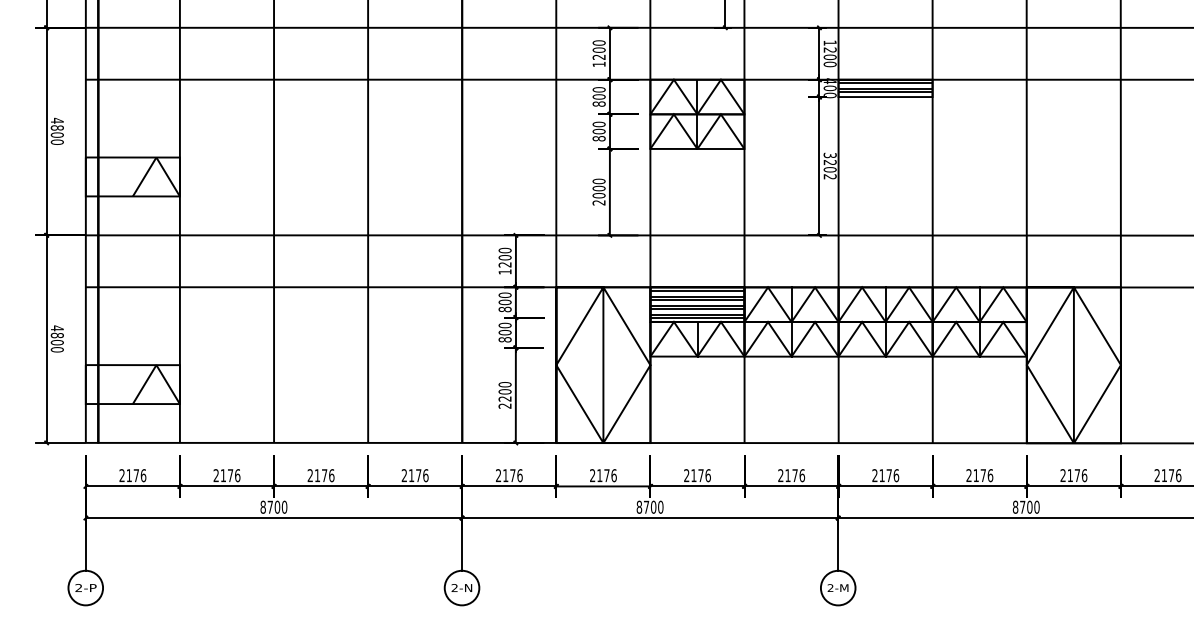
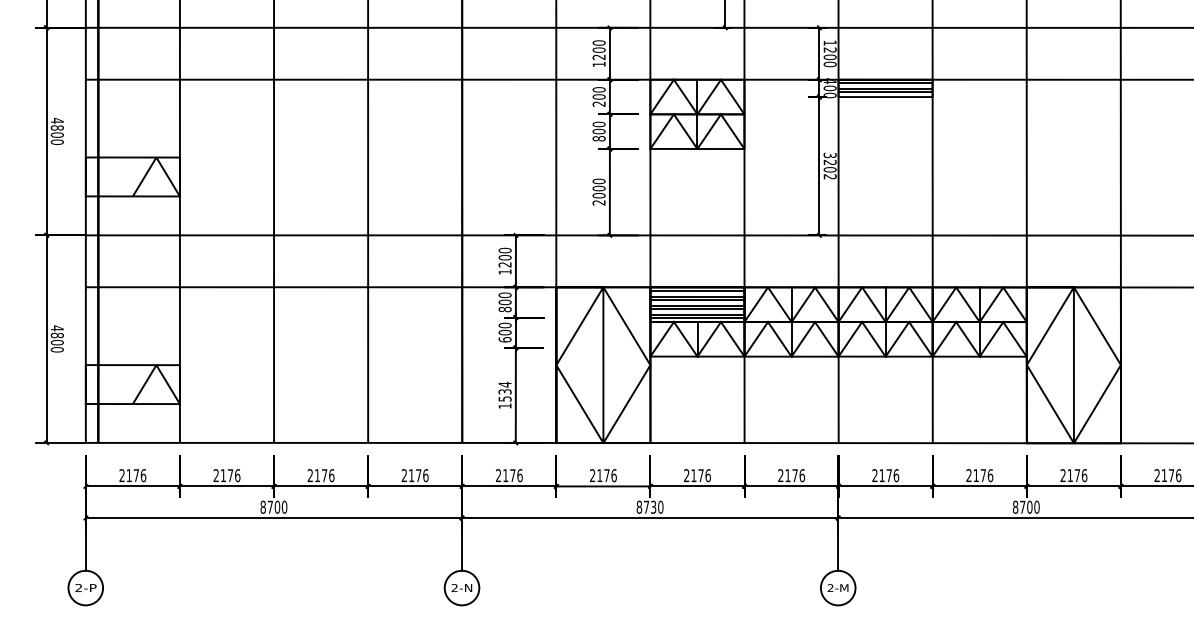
text at (598, 103): 800 -> 200
text at (504, 339): 800 -> 600
text at (504, 394): 2200 -> 1534
text at (653, 506): 8700 -> 8730
